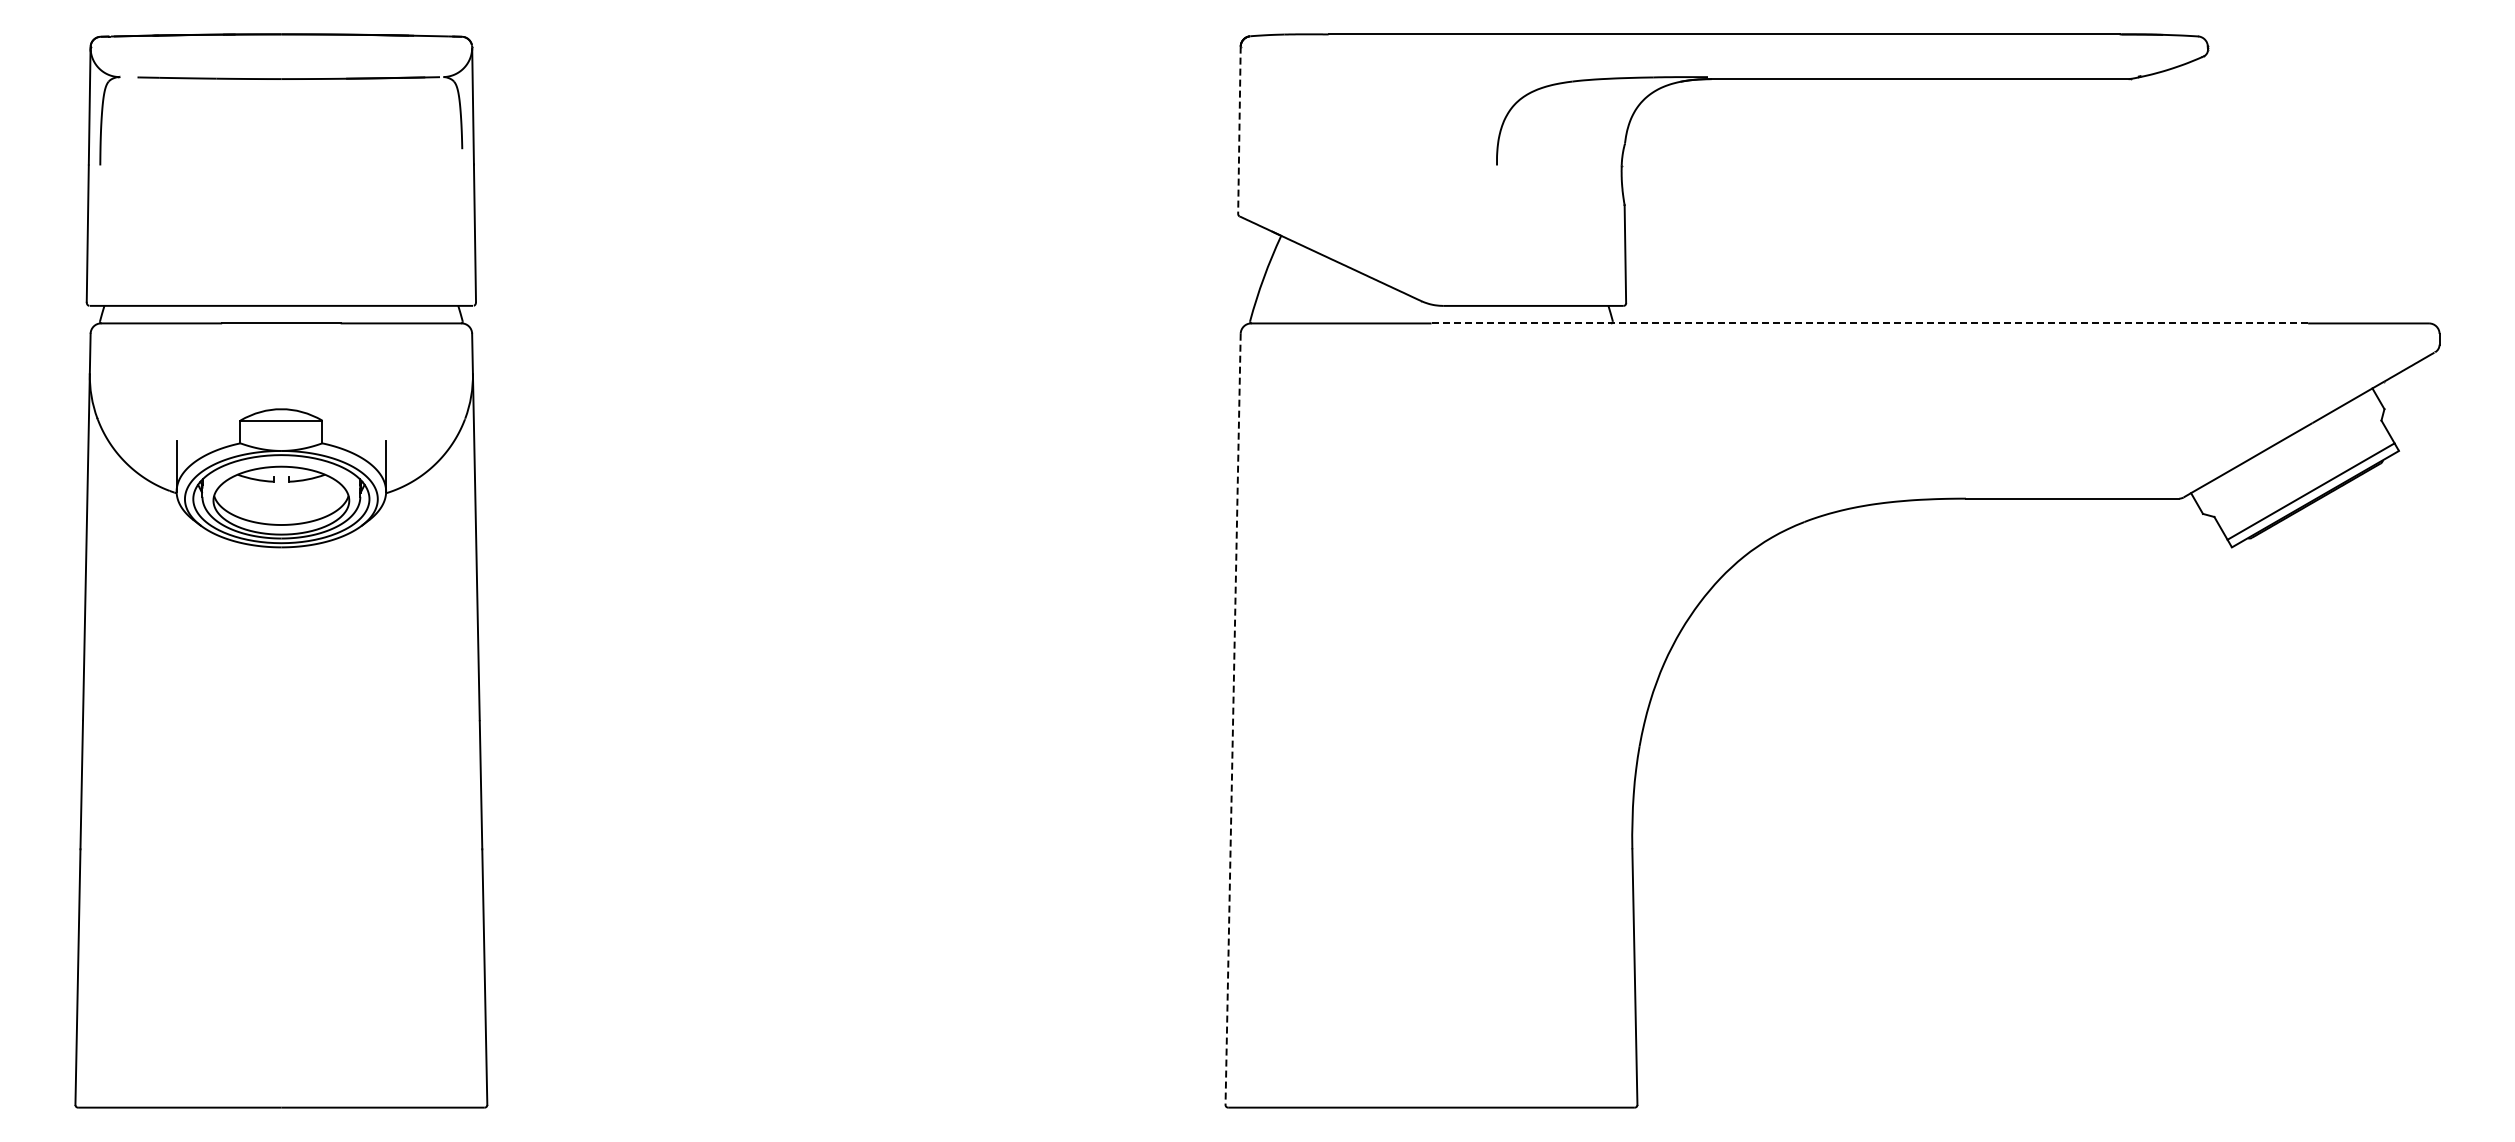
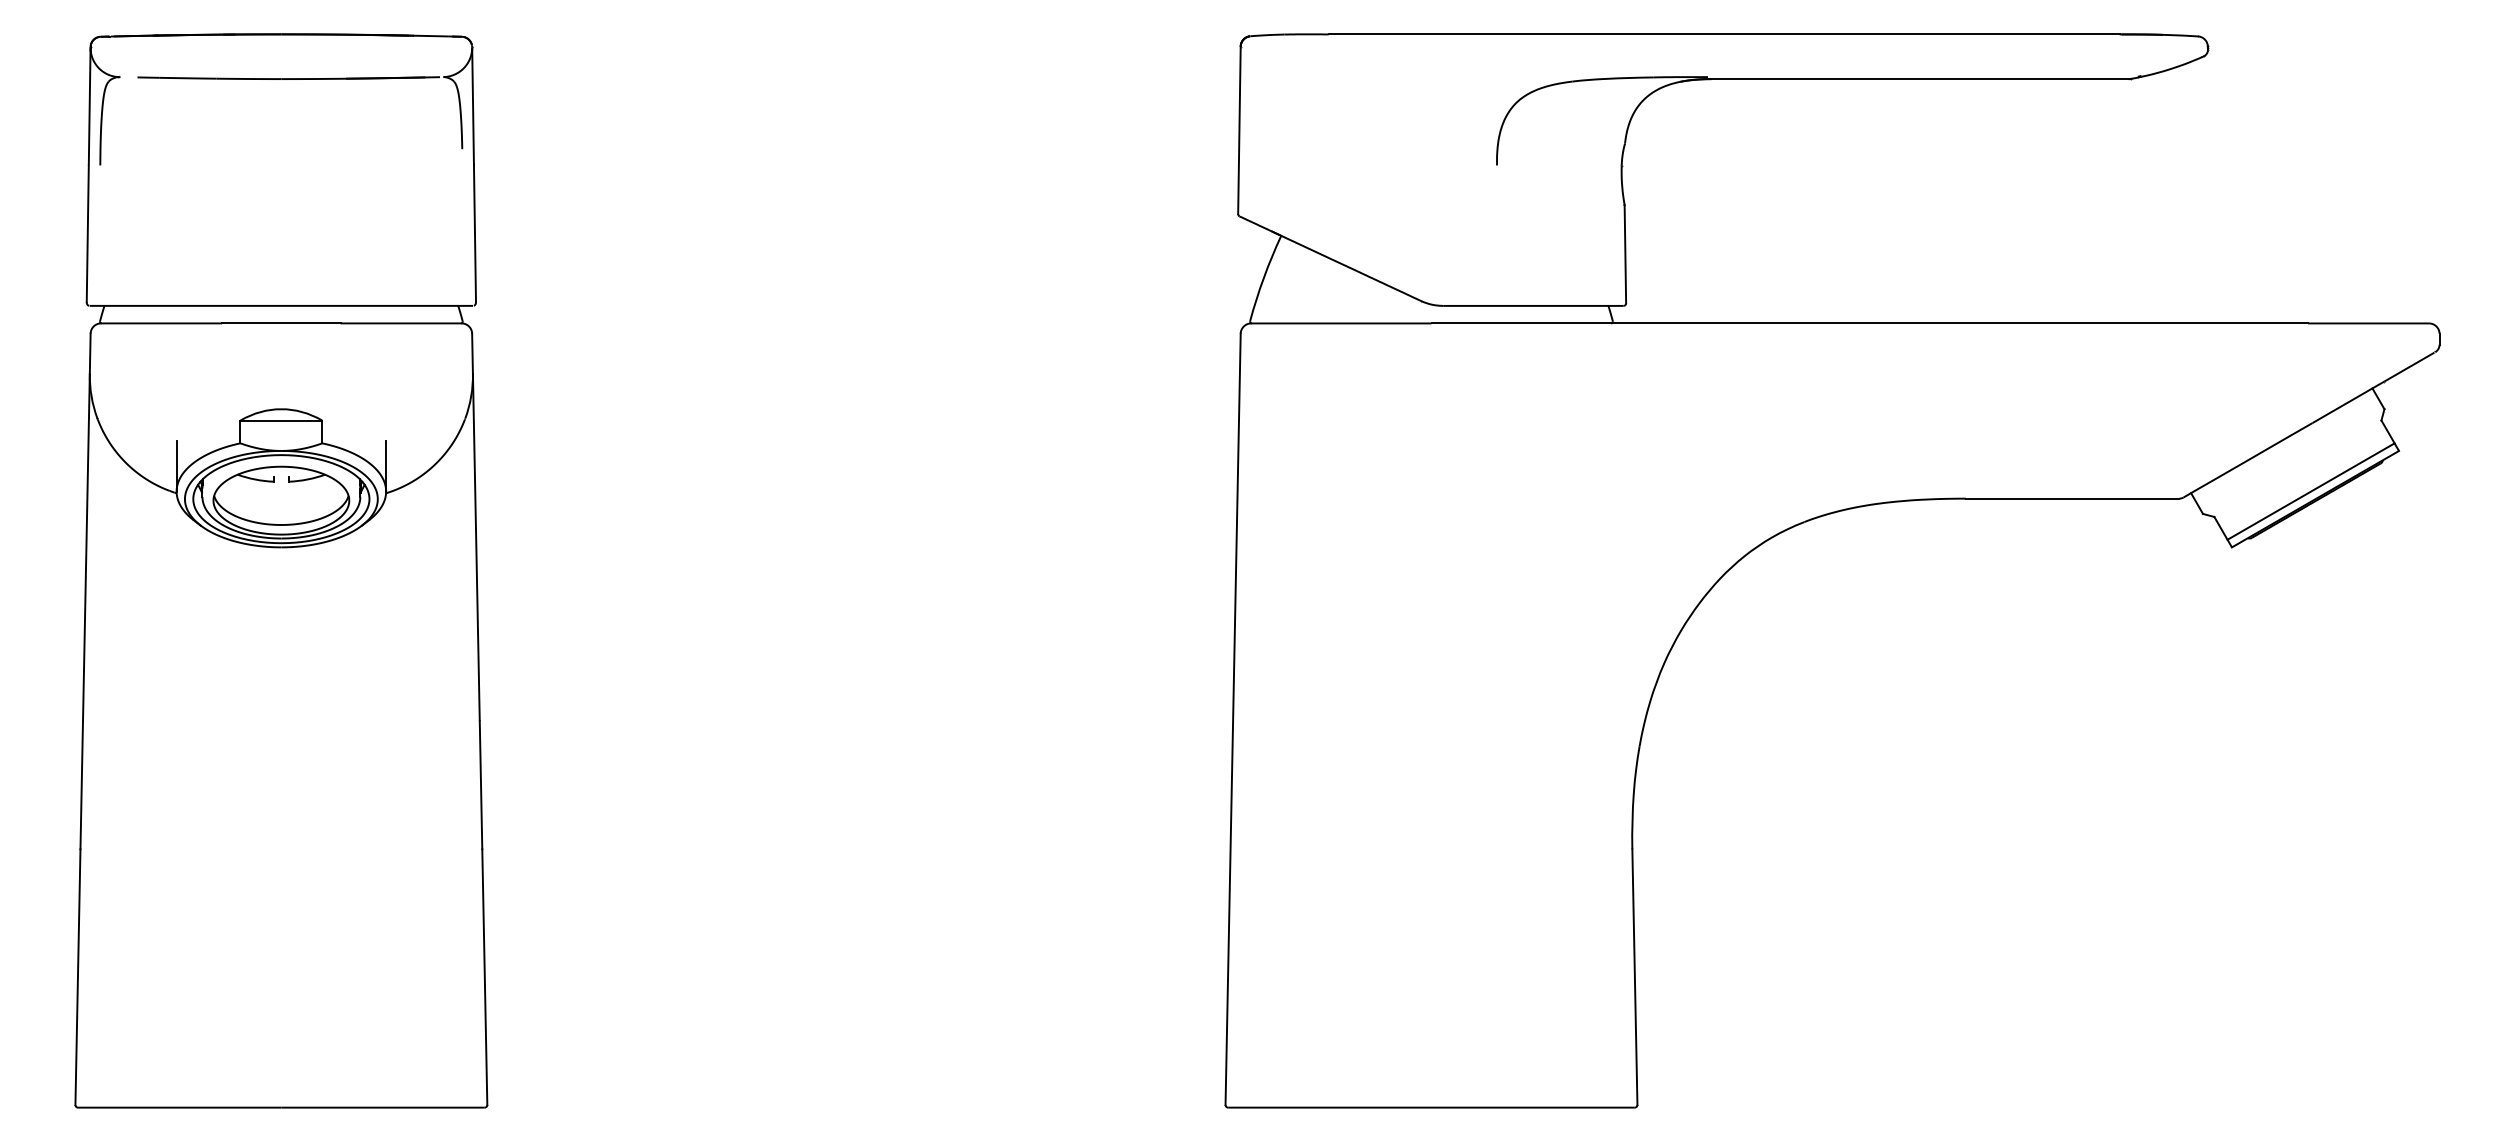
line at (1239, 130): dashed -> solid
line at (1869, 323): dashed -> solid
line at (1233, 719): dashed -> solid
